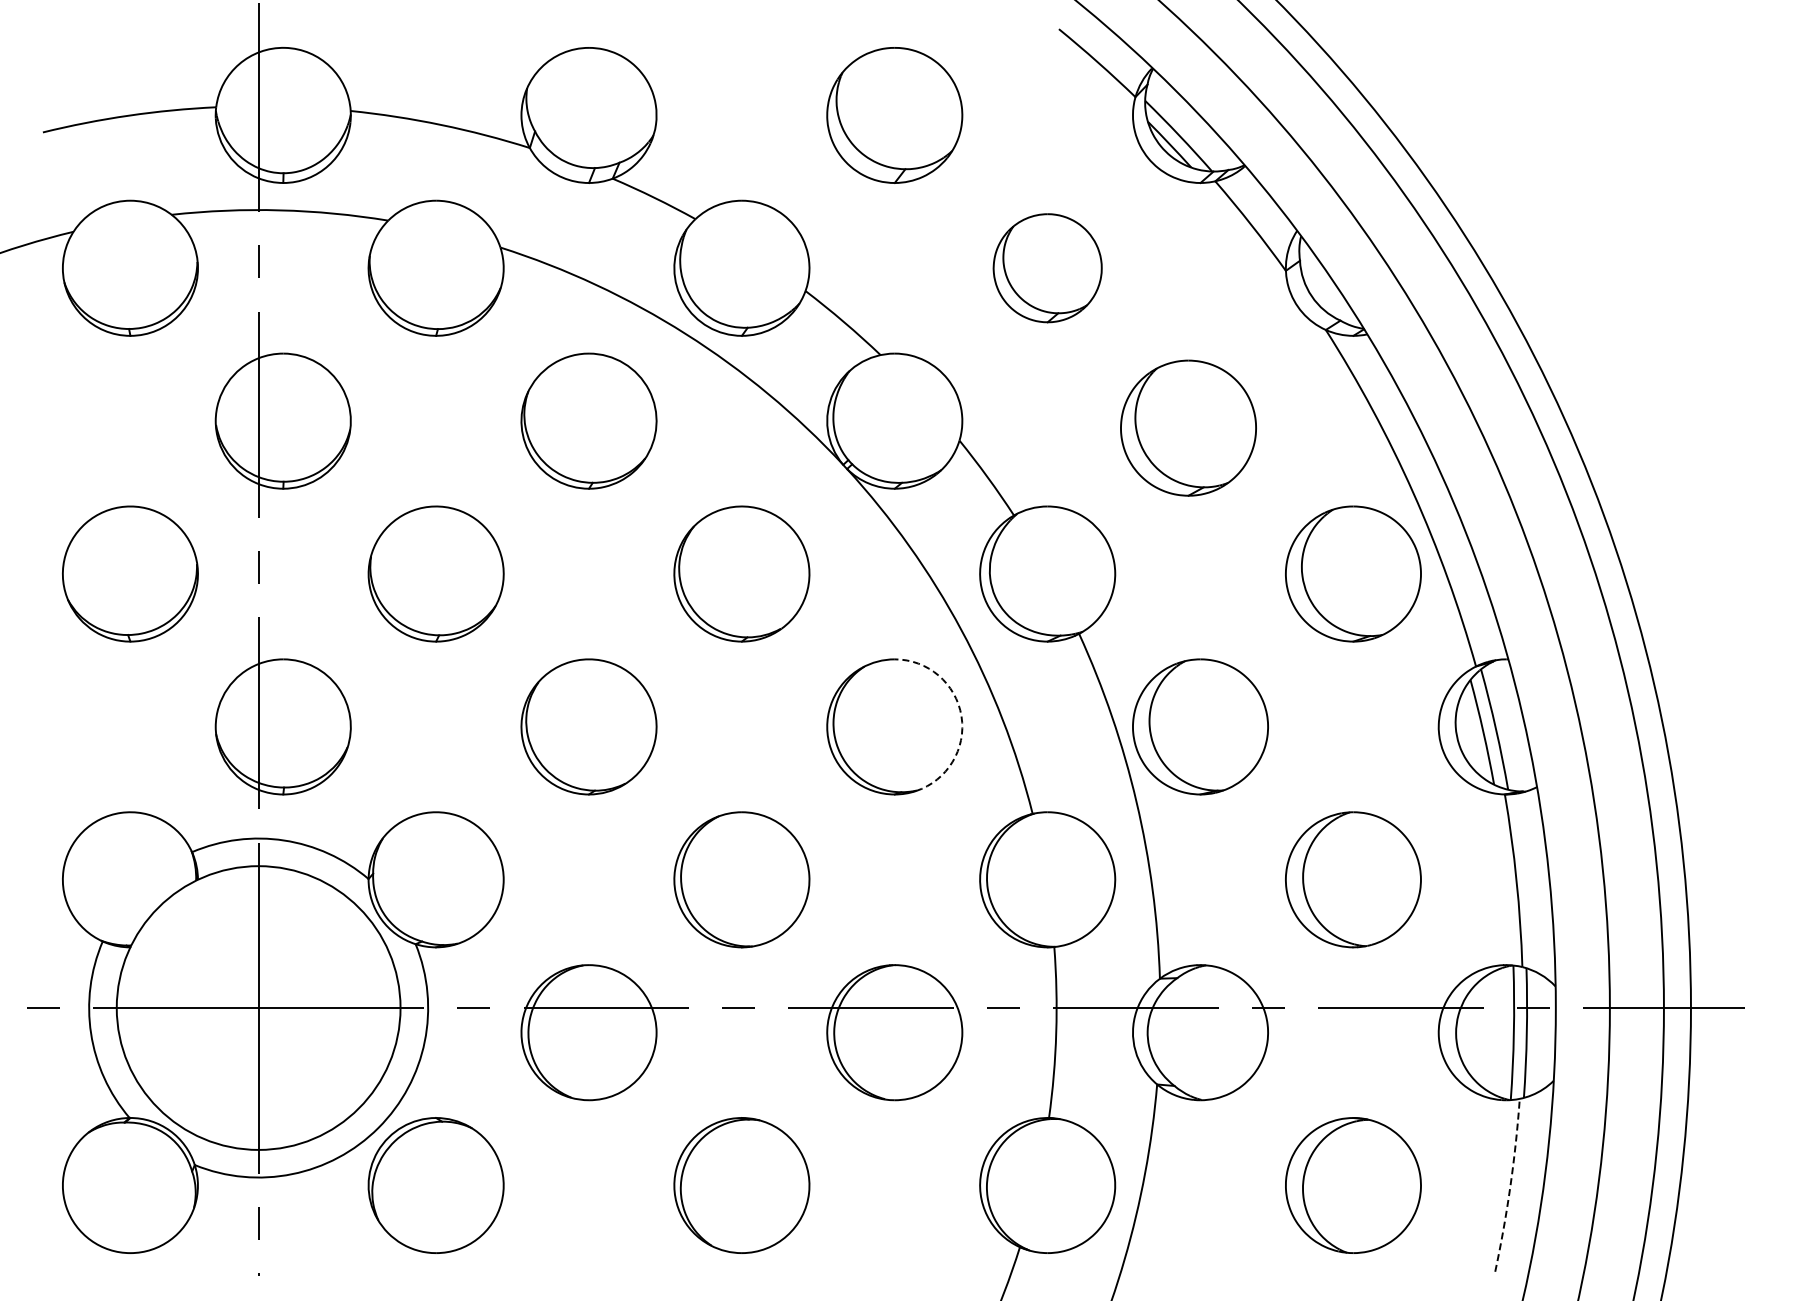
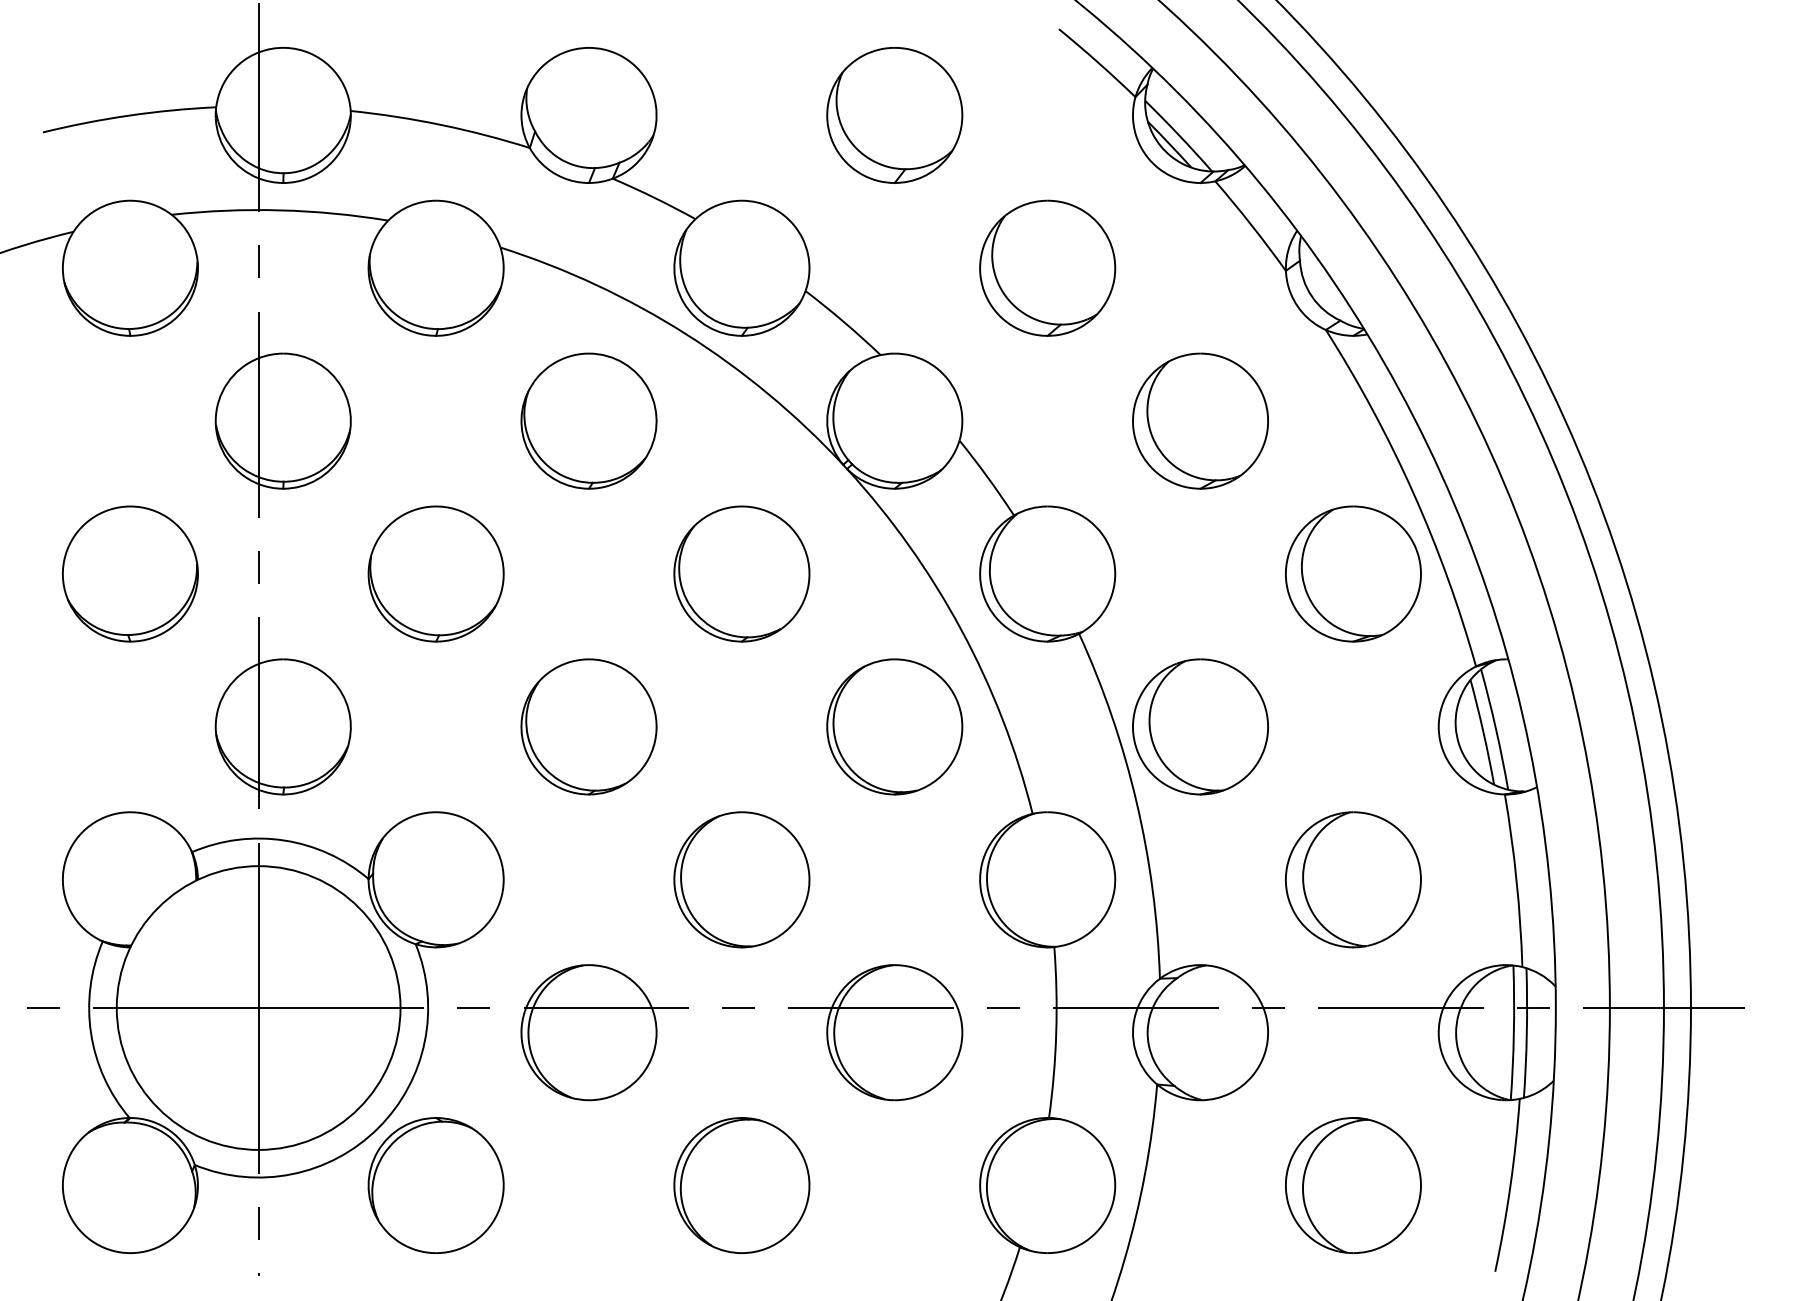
part at (1047, 268) size: 111x111 px -> 138x138 px
part at (1188, 427) position: (1188, 427) -> (1200, 420)
arc at (961, 716): dashed -> solid
arc at (1510, 1185): dashed -> solid
